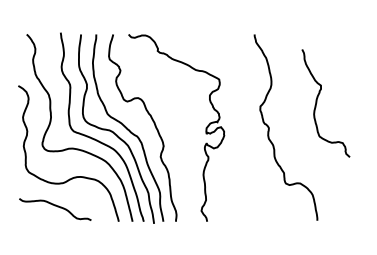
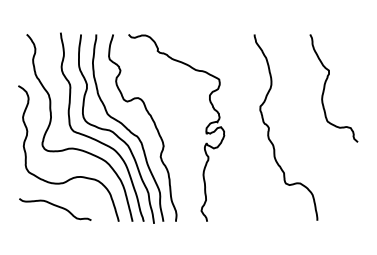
curve at (317, 103) position: (317, 103) -> (325, 88)
